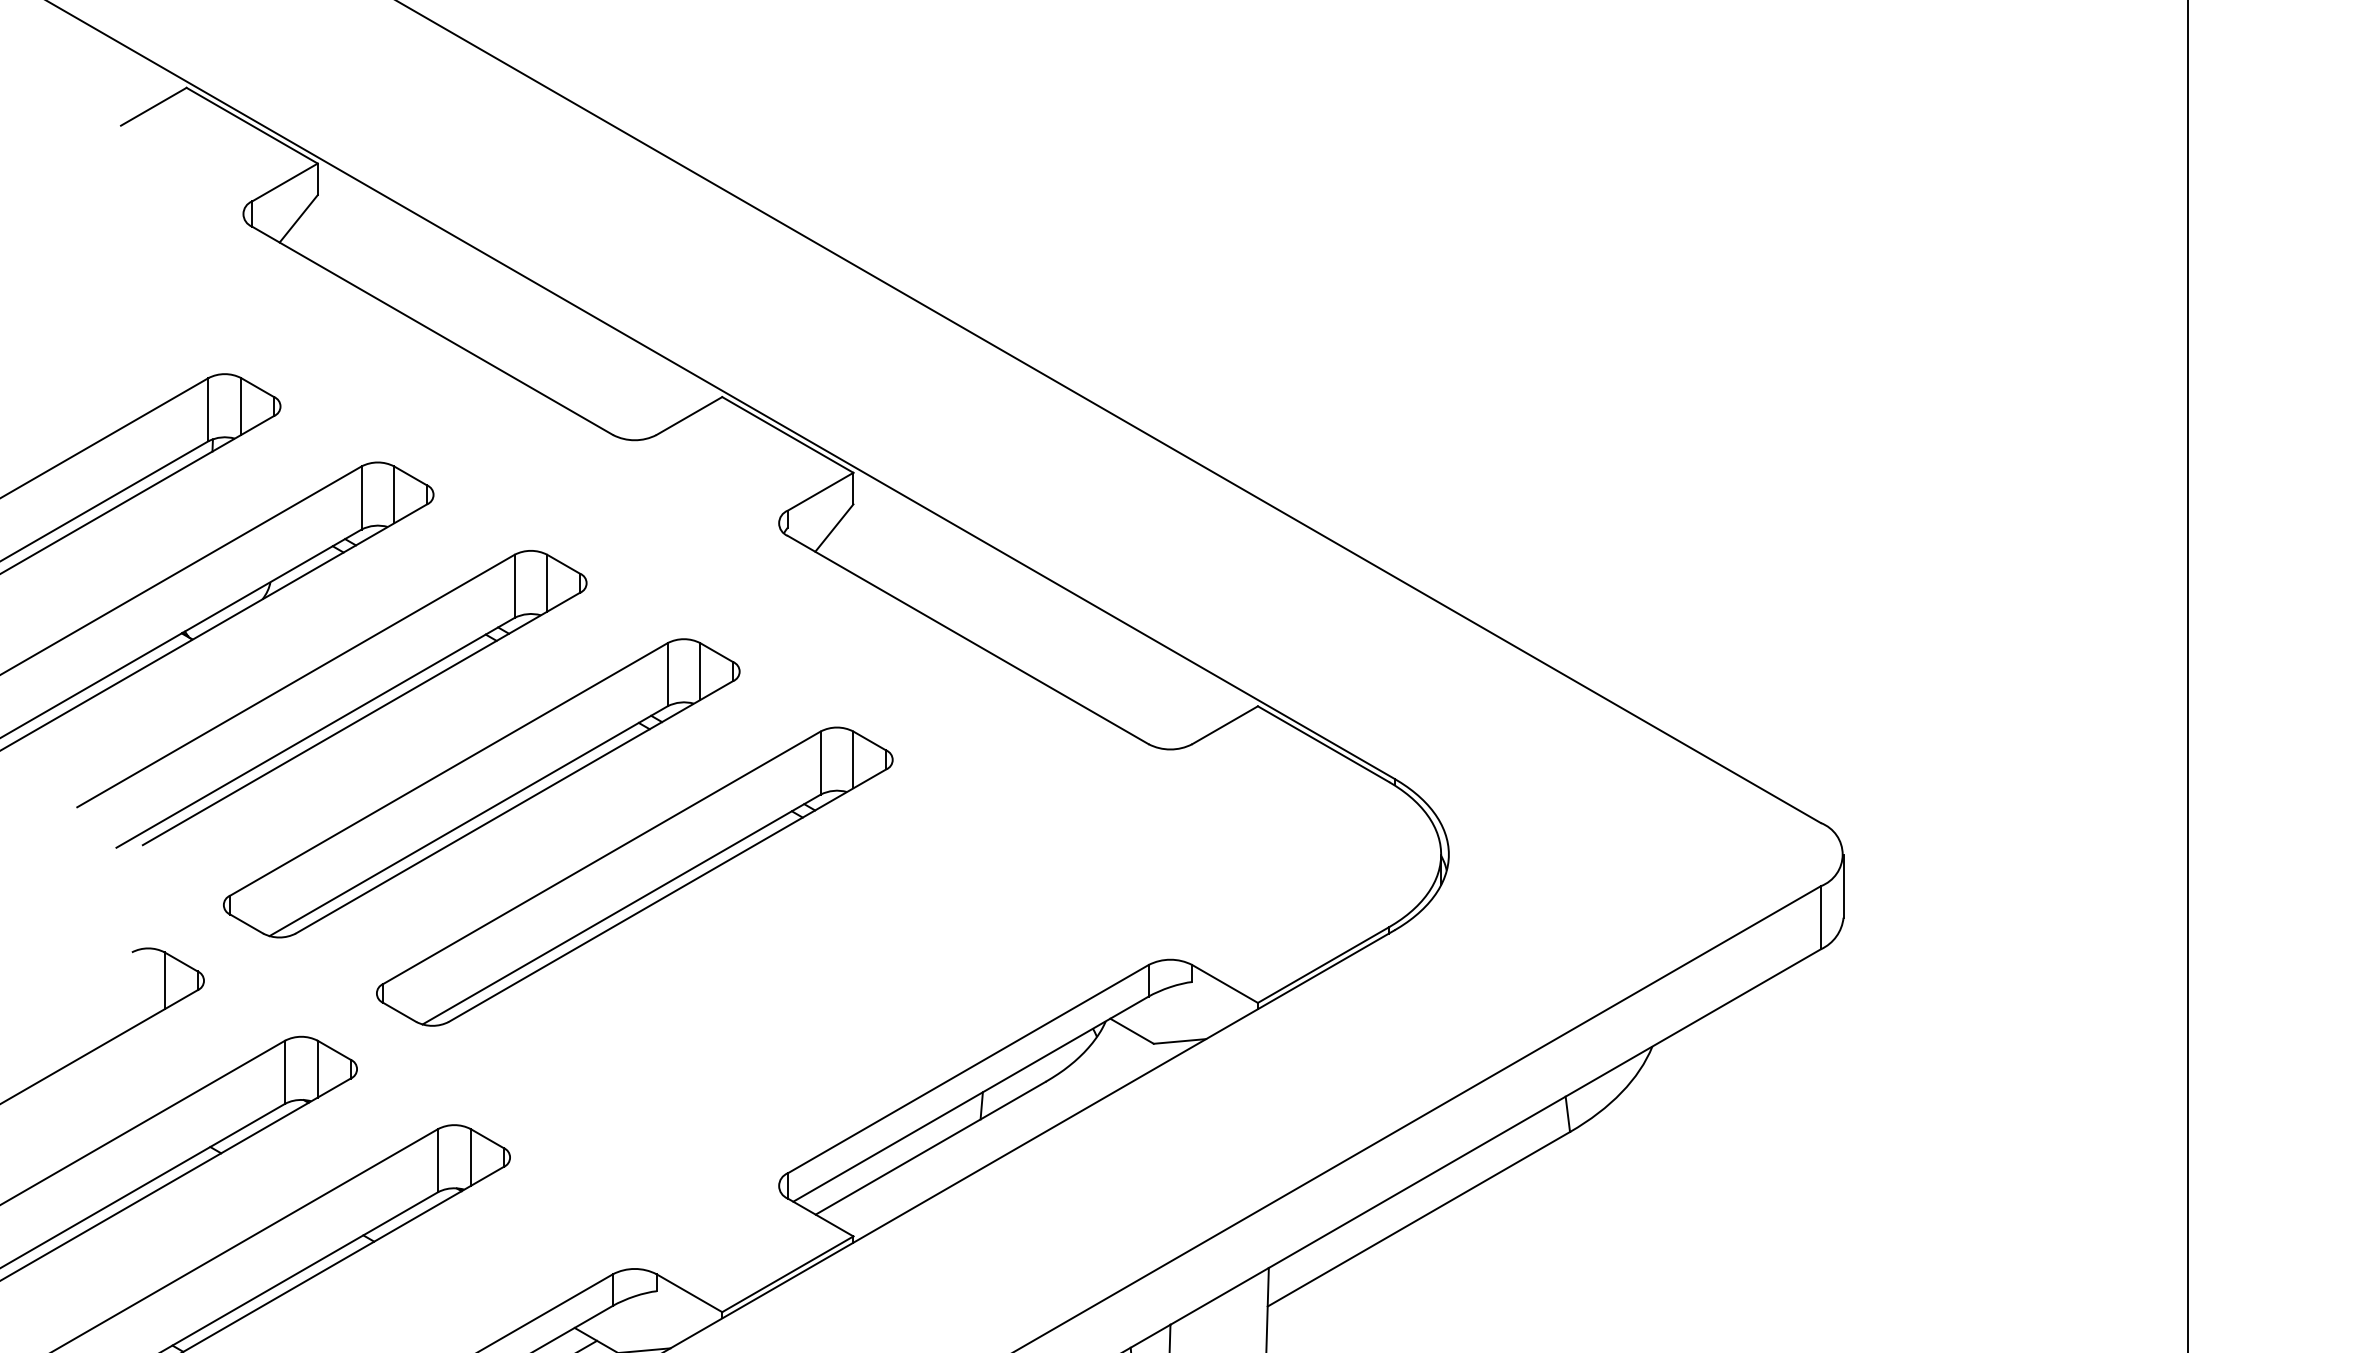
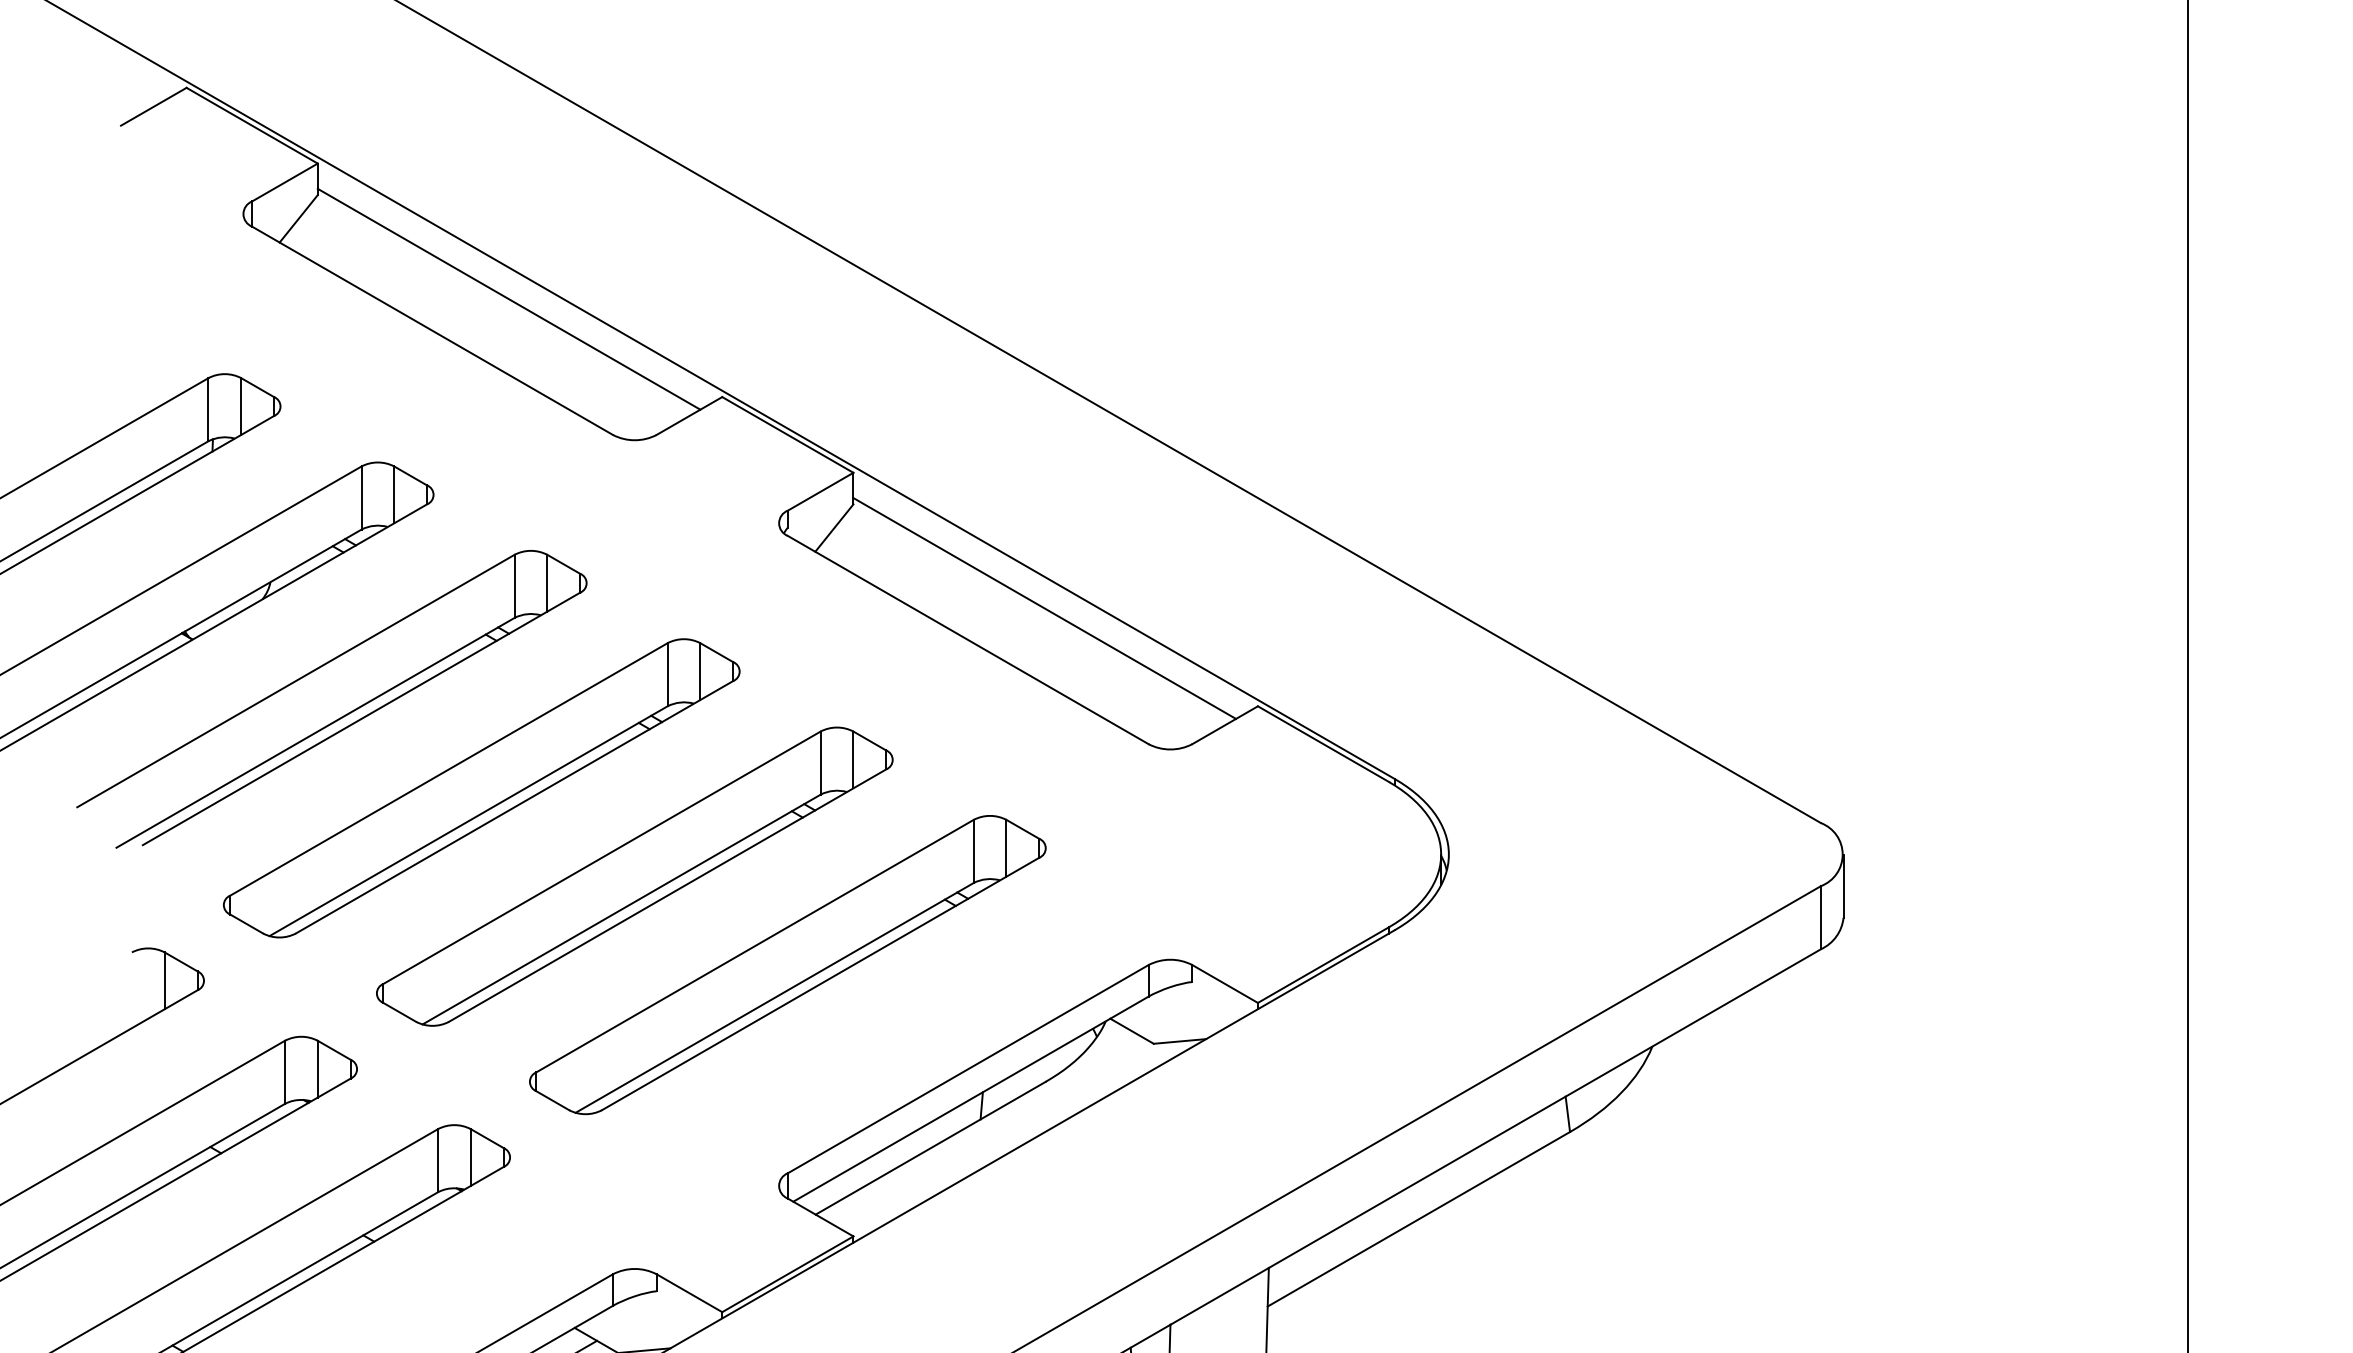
line at (508, 298): none -> present
line at (1044, 608): none -> present
part at (787, 965): none -> present
